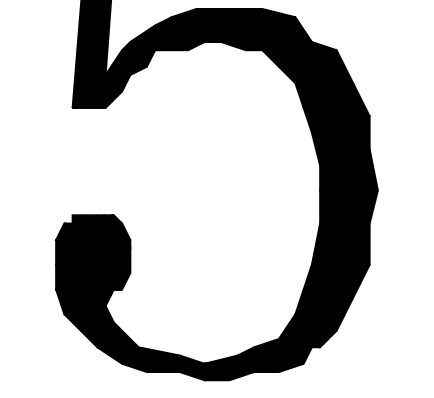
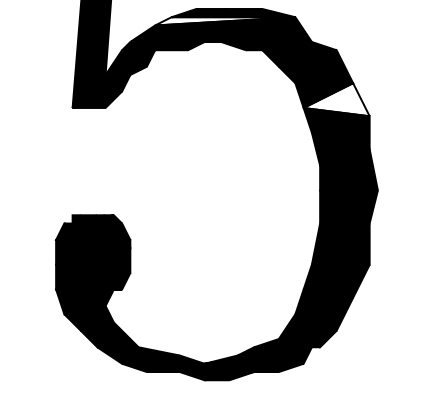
fill at (225, 21): present -> none
fill at (336, 99): present -> none
